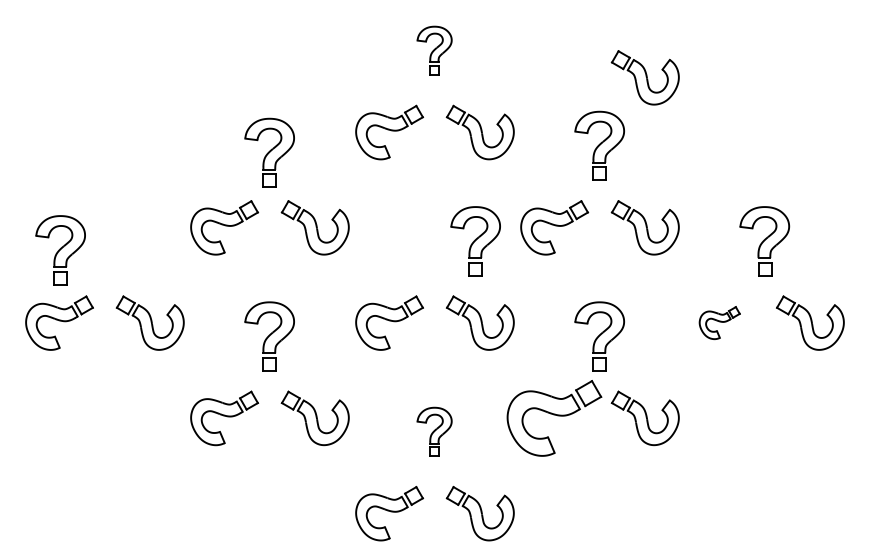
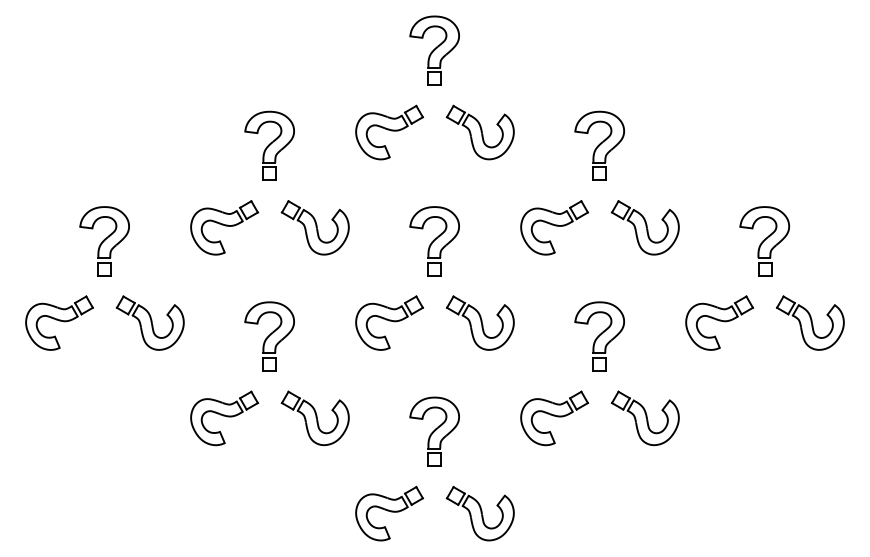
part at (434, 50) size: 37x51 px -> 51x71 px
part at (644, 77): present -> none
part at (269, 152) position: (269, 152) -> (269, 145)
part at (475, 241) position: (475, 241) -> (434, 241)
part at (60, 250) position: (60, 250) -> (104, 241)
part at (719, 322) size: 43x34 px -> 70x56 px
part at (554, 418) size: 97x77 px -> 70x57 px
part at (434, 431) size: 37x51 px -> 51x71 px
